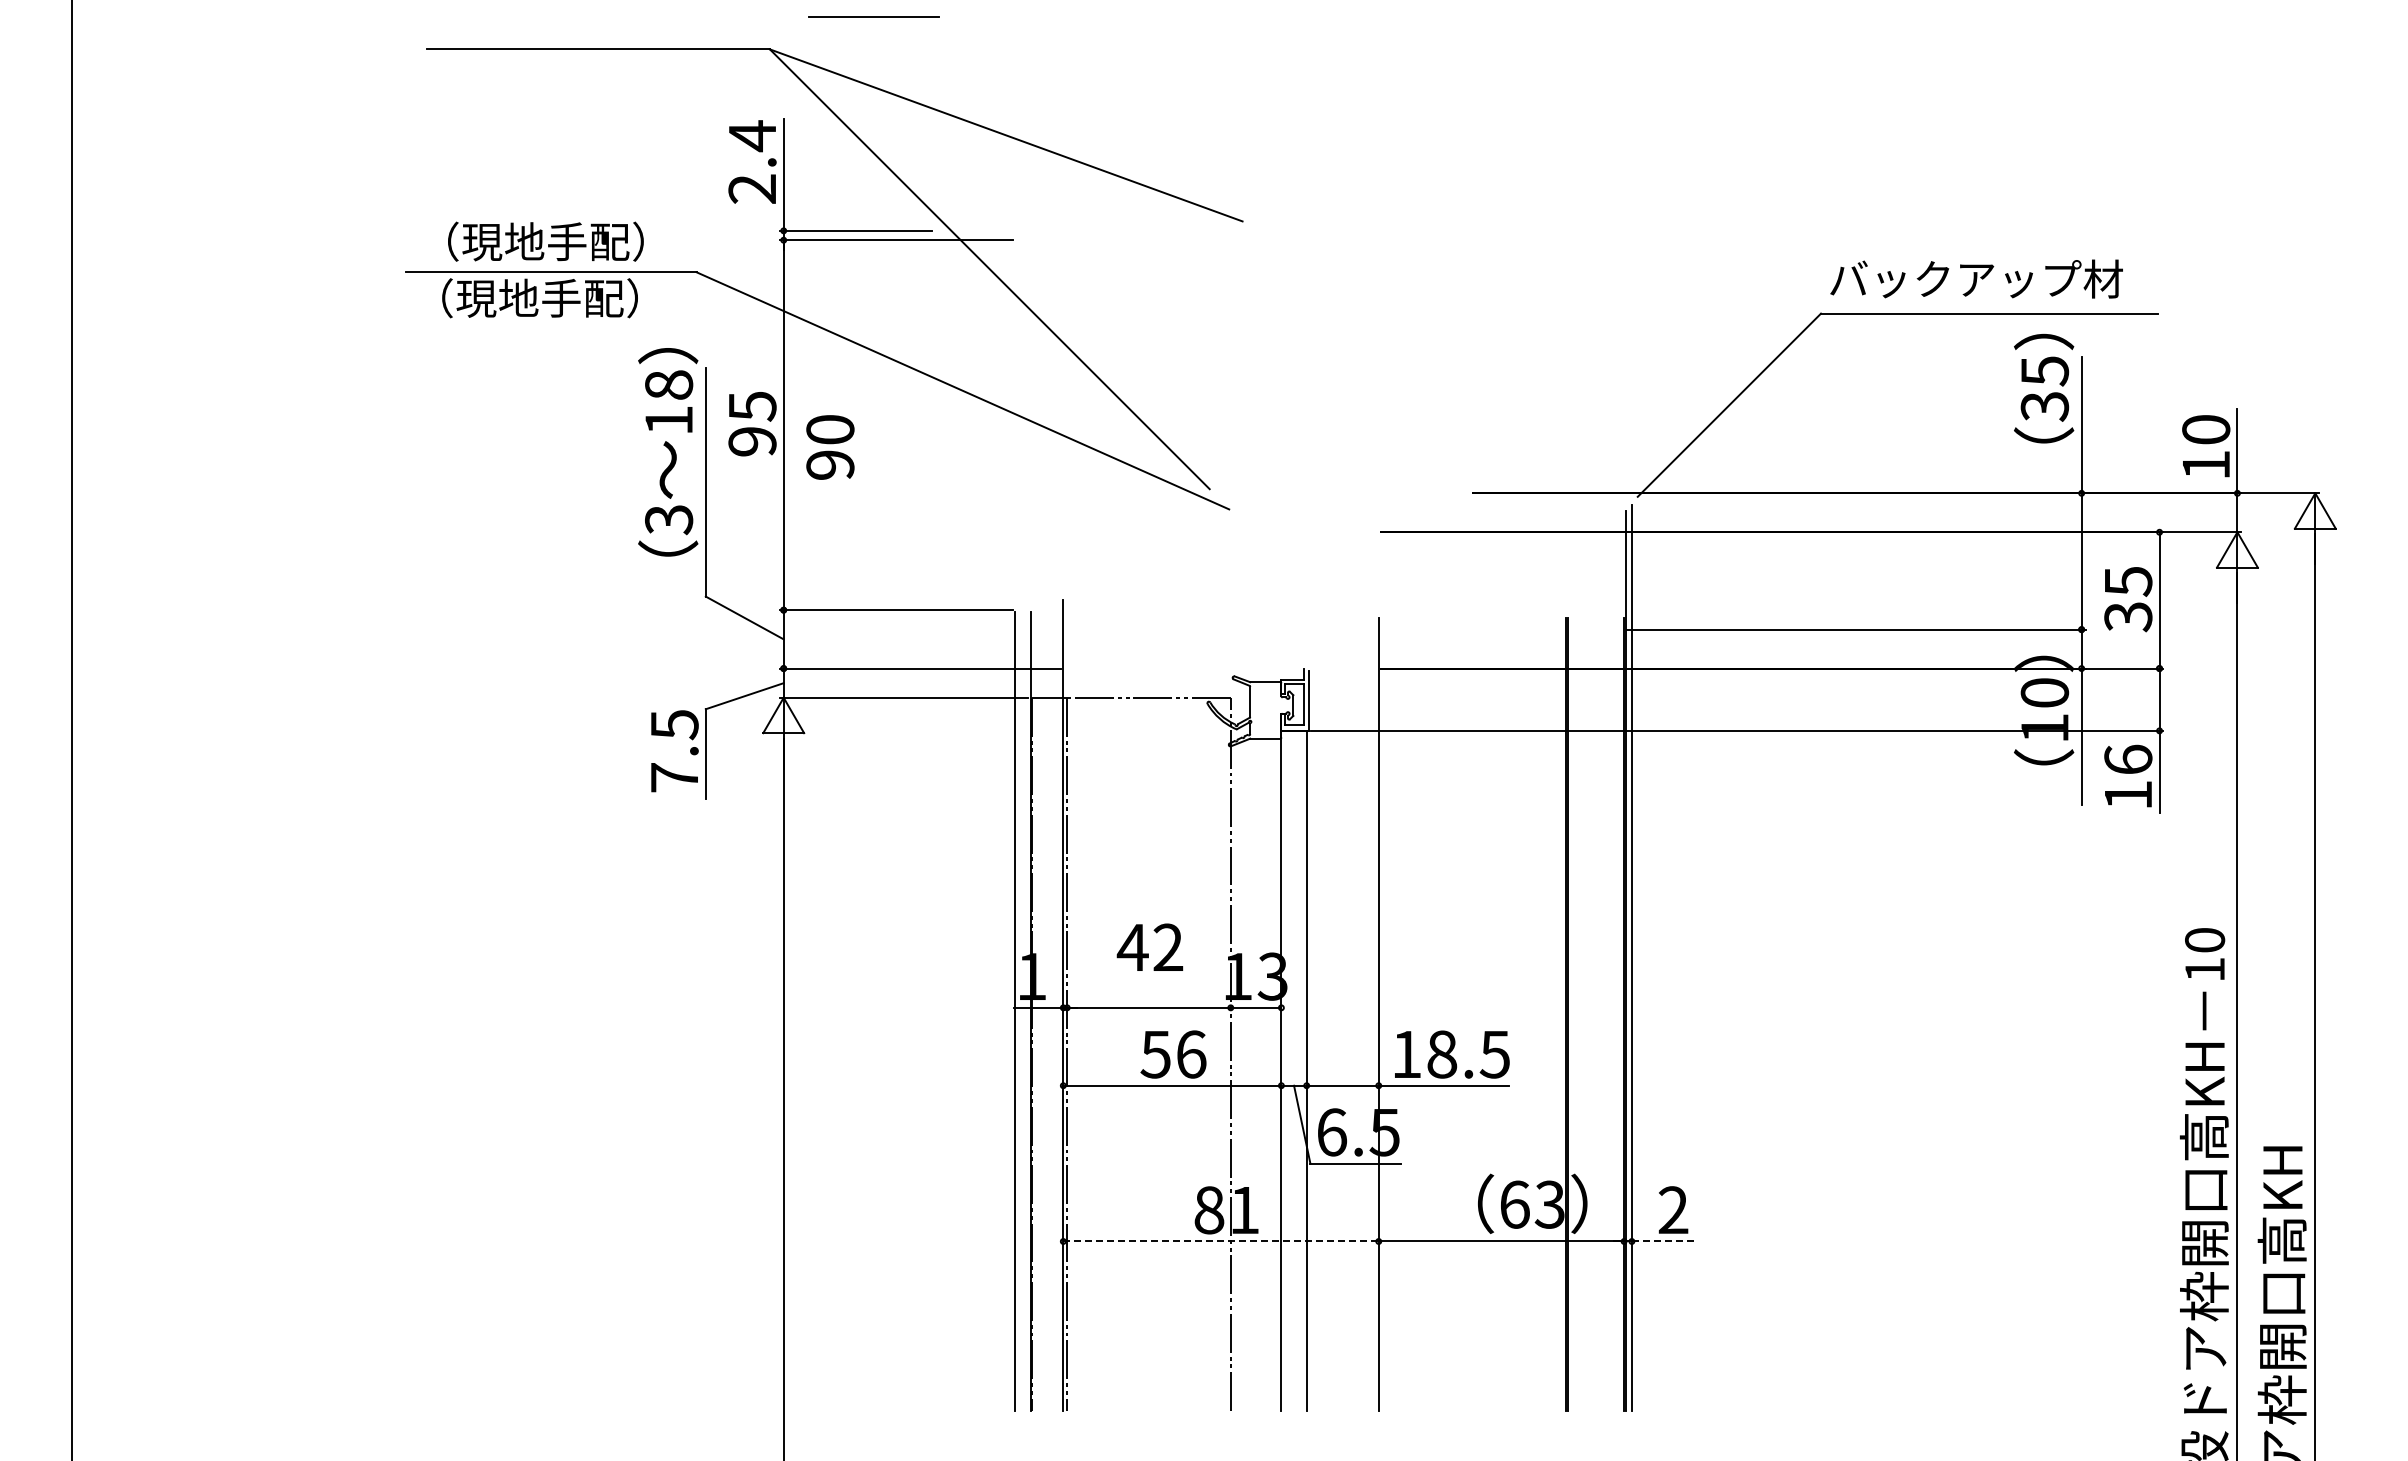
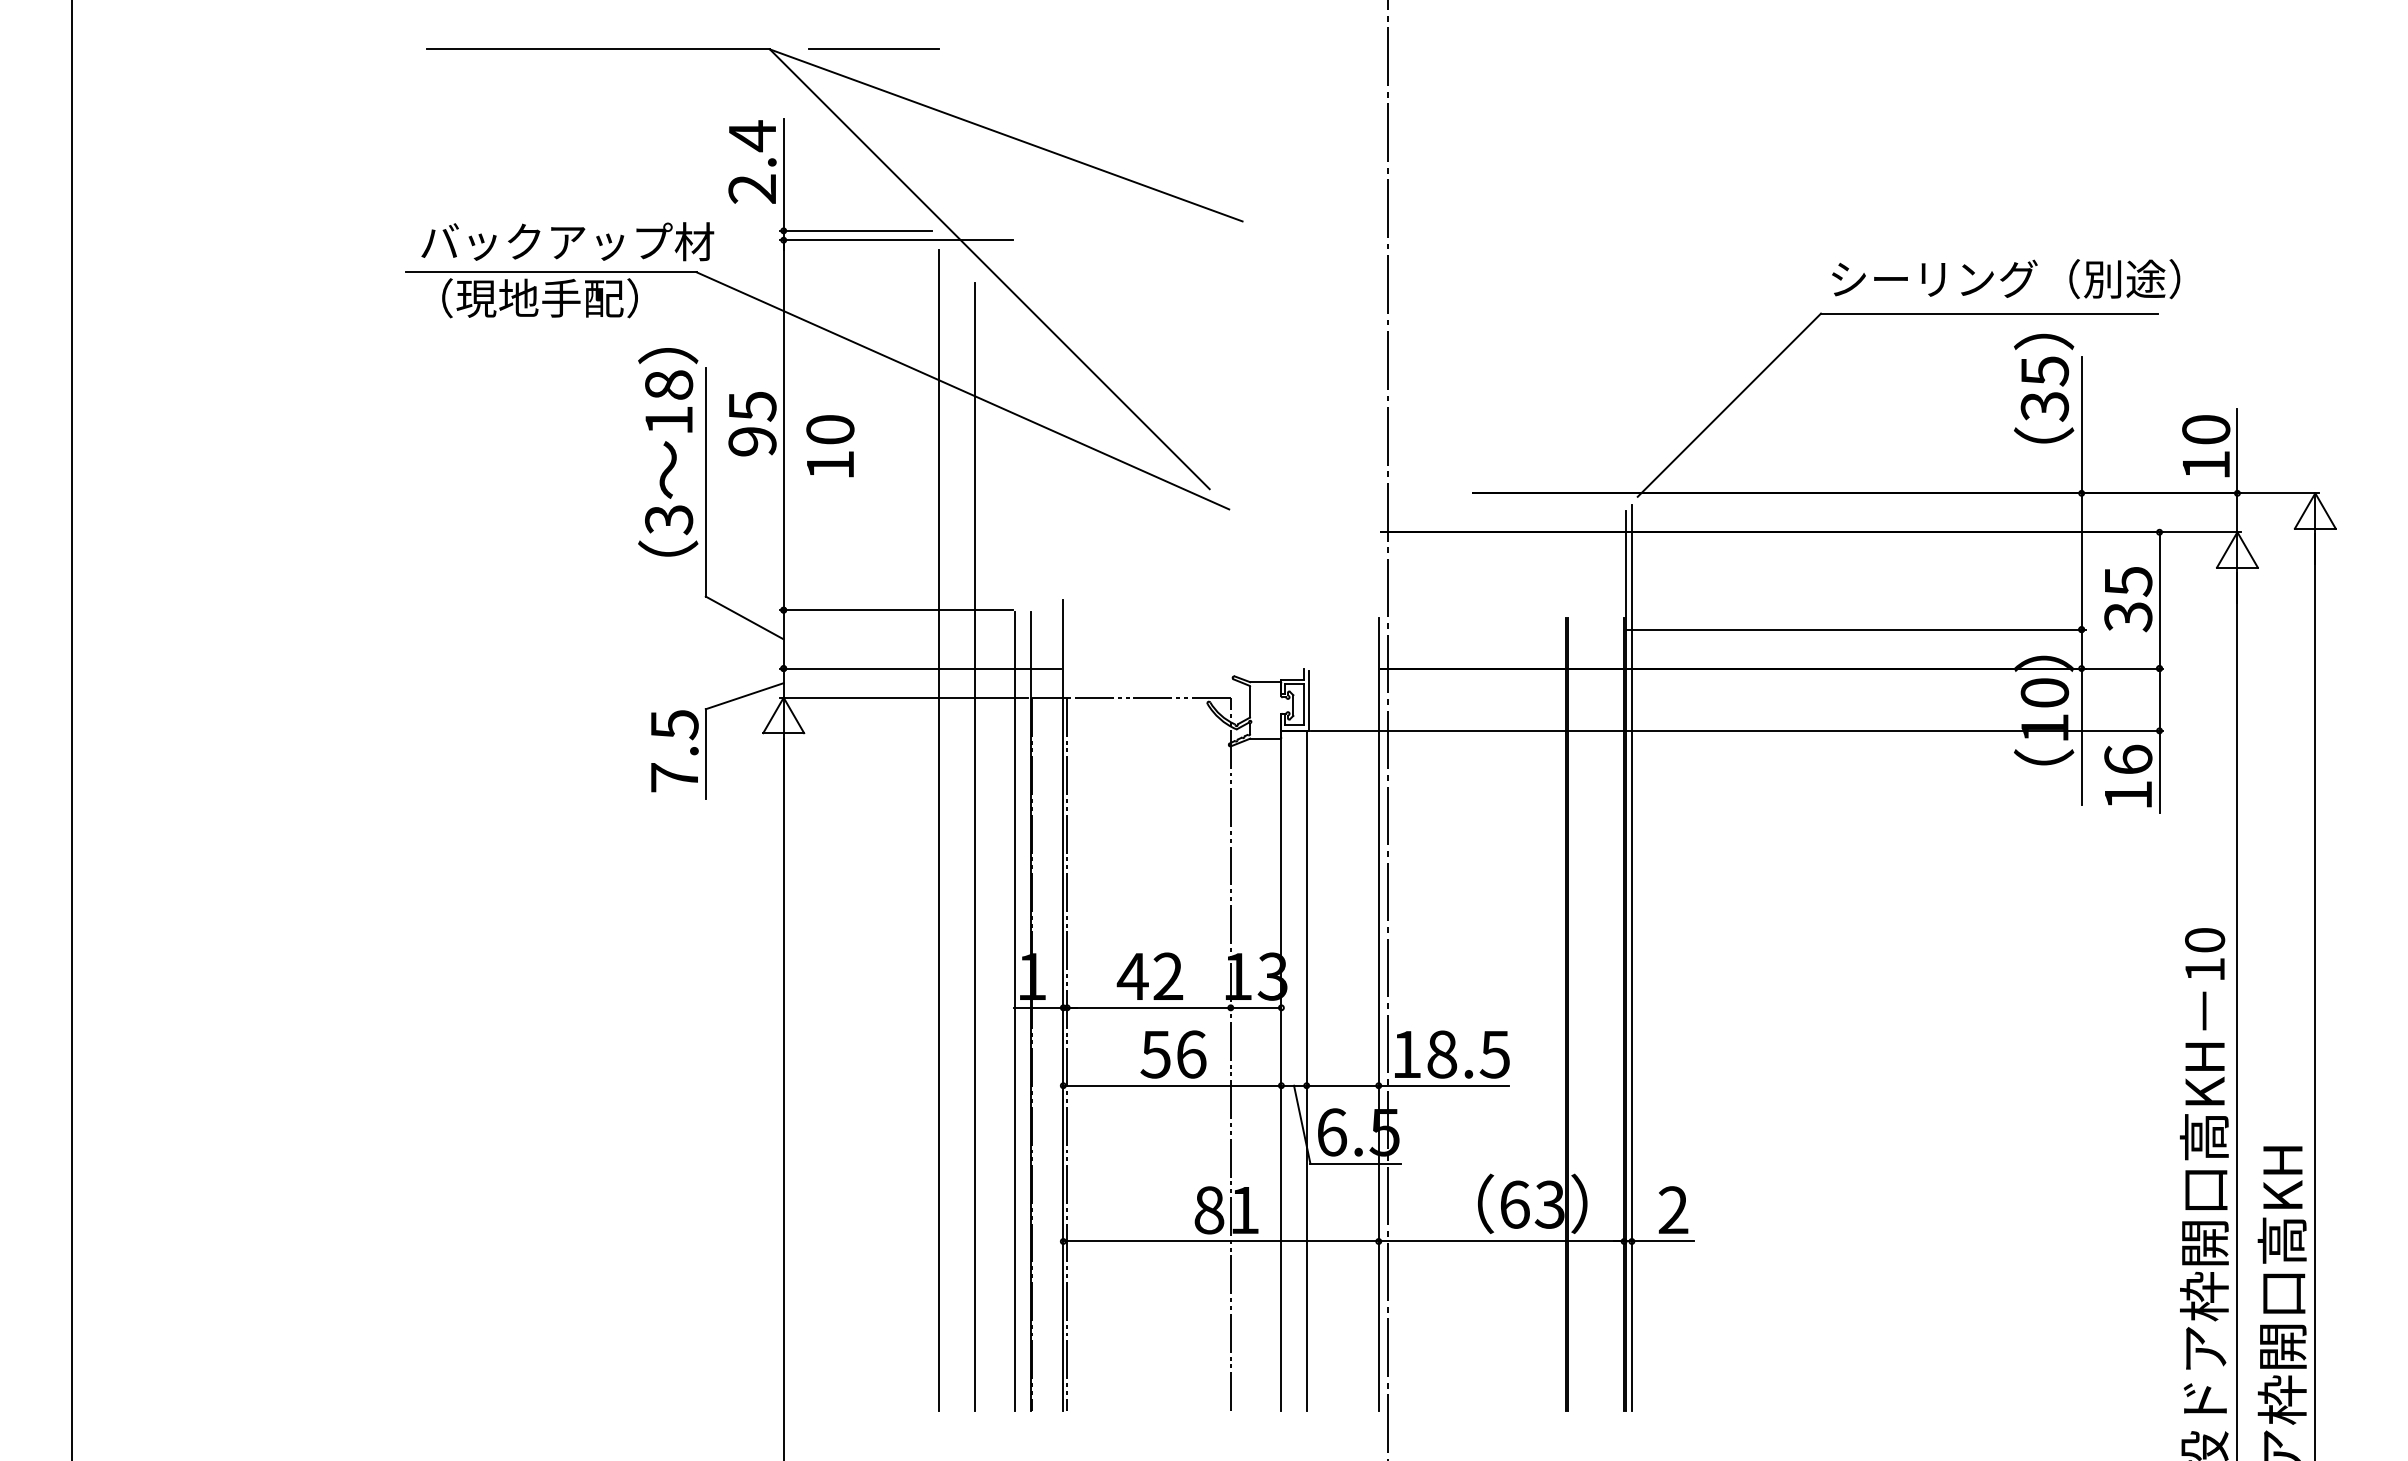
line at (873, 16) position: (873, 16) -> (873, 48)
text at (567, 241): （現地手配） -> バックアップ材
text at (2005, 279): バックアップ材 -> シーリング（別途）
text at (830, 464): 90 -> 10
line at (1388, 729): none -> present
line at (939, 830): none -> present
line at (974, 847): none -> present
text at (1149, 946) position: (1149, 946) -> (1149, 975)
line at (1221, 1241): dashed -> solid
line at (1663, 1241): dashed -> solid
